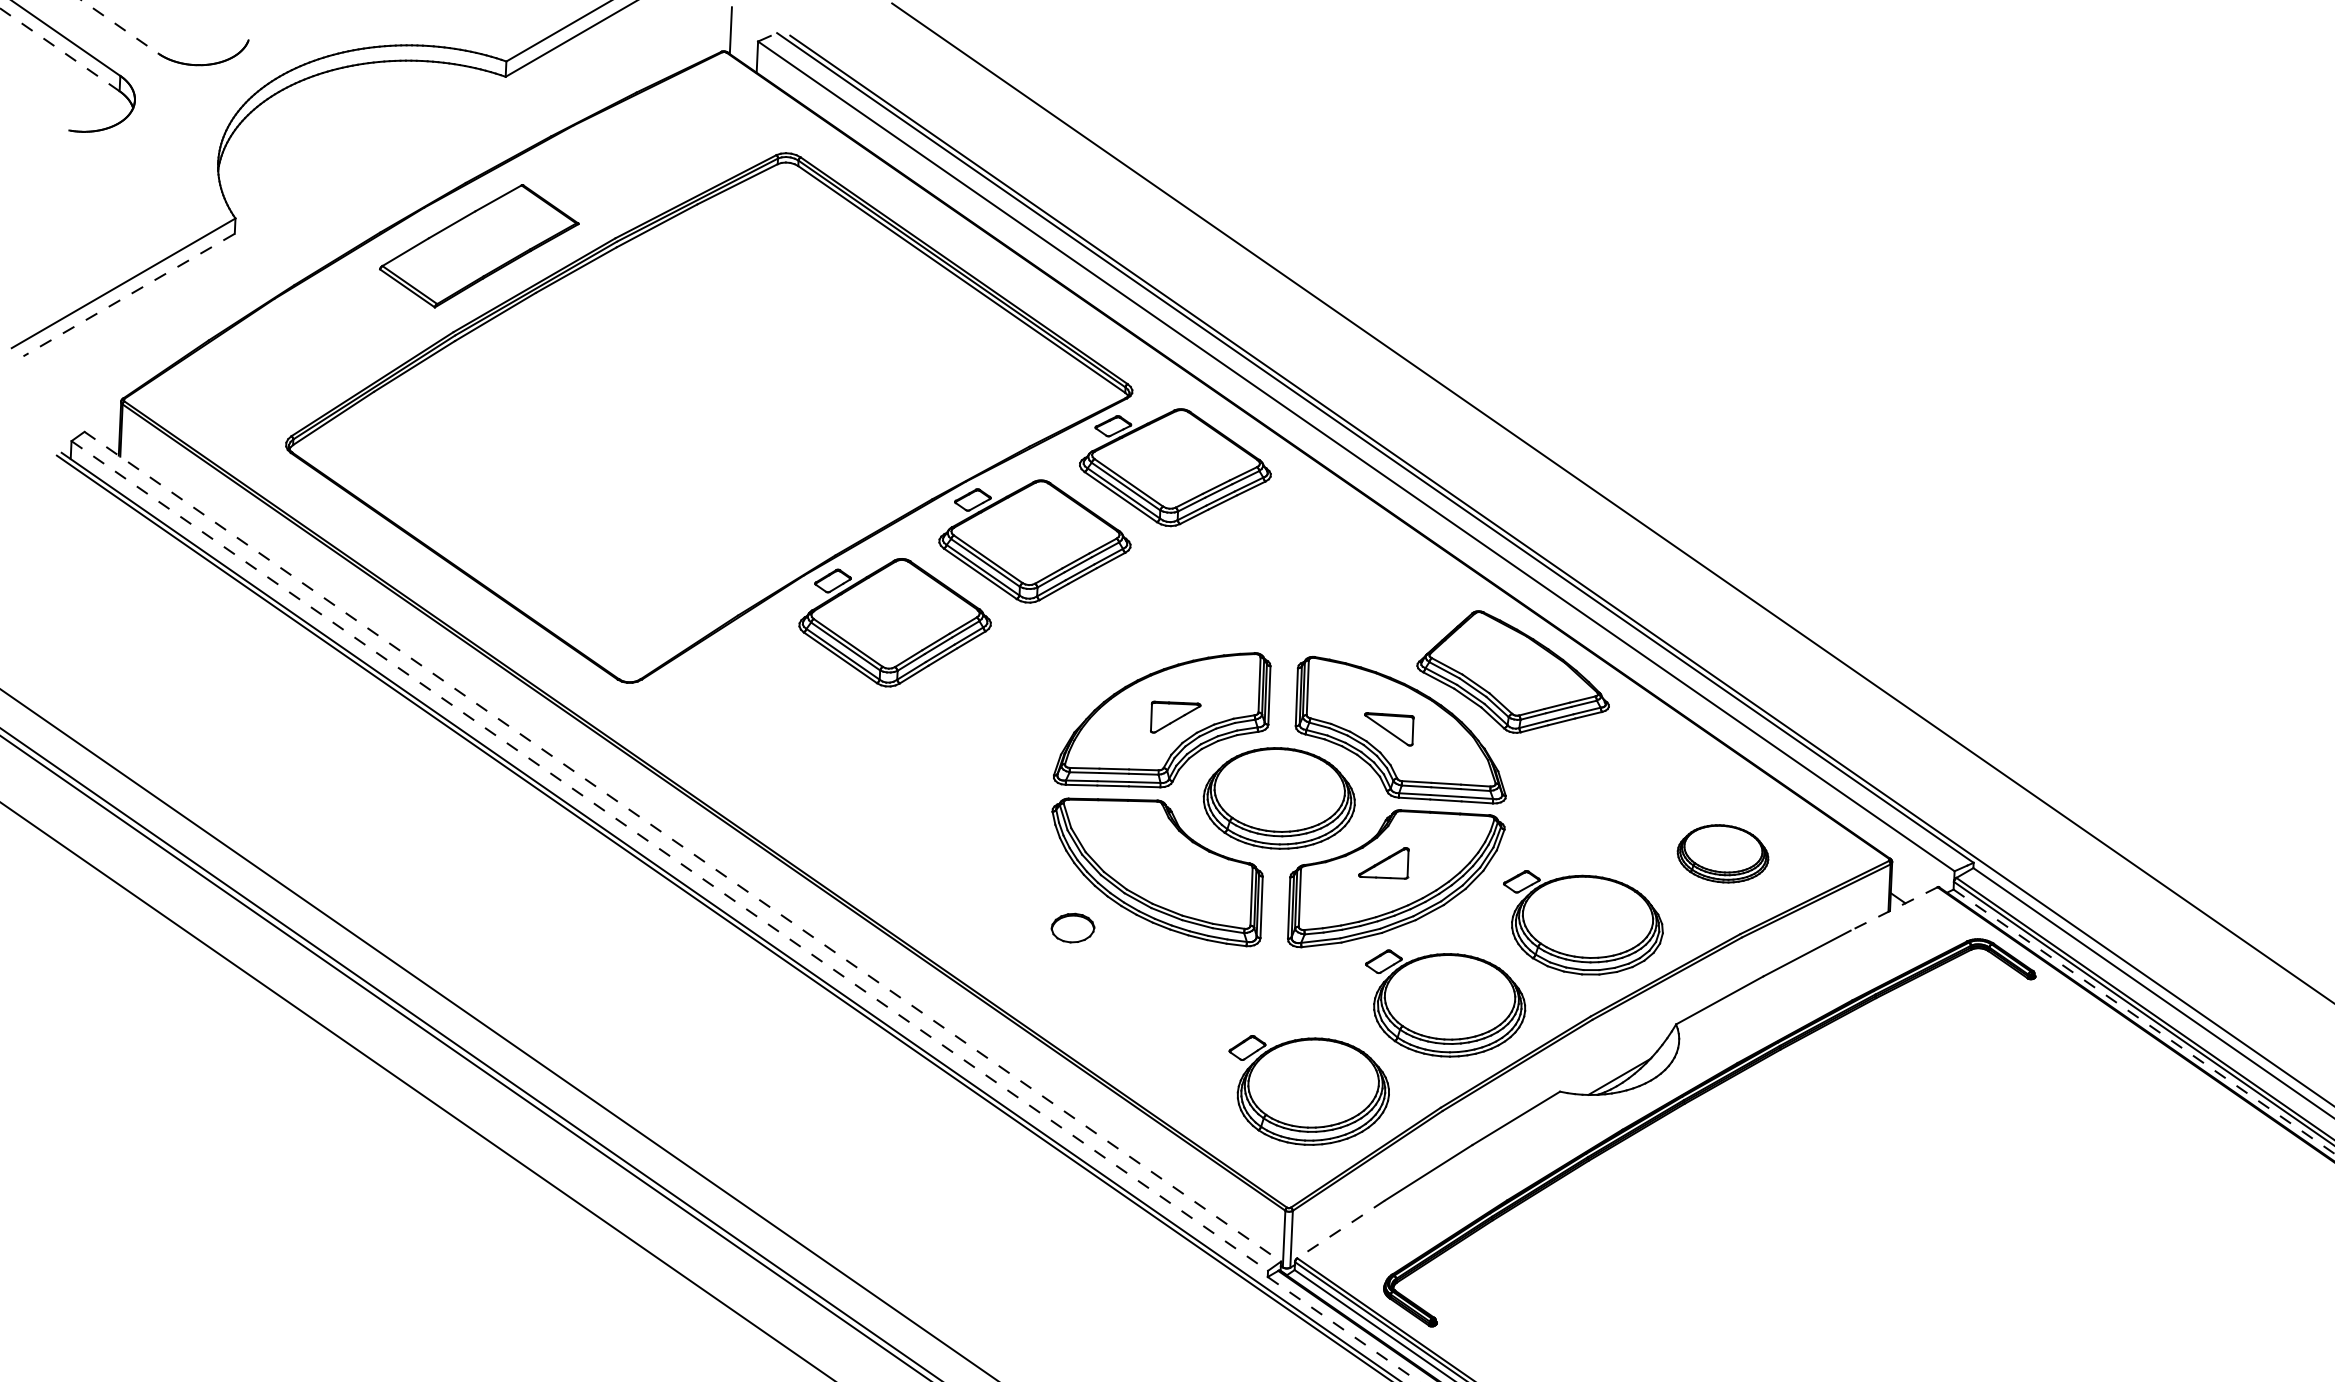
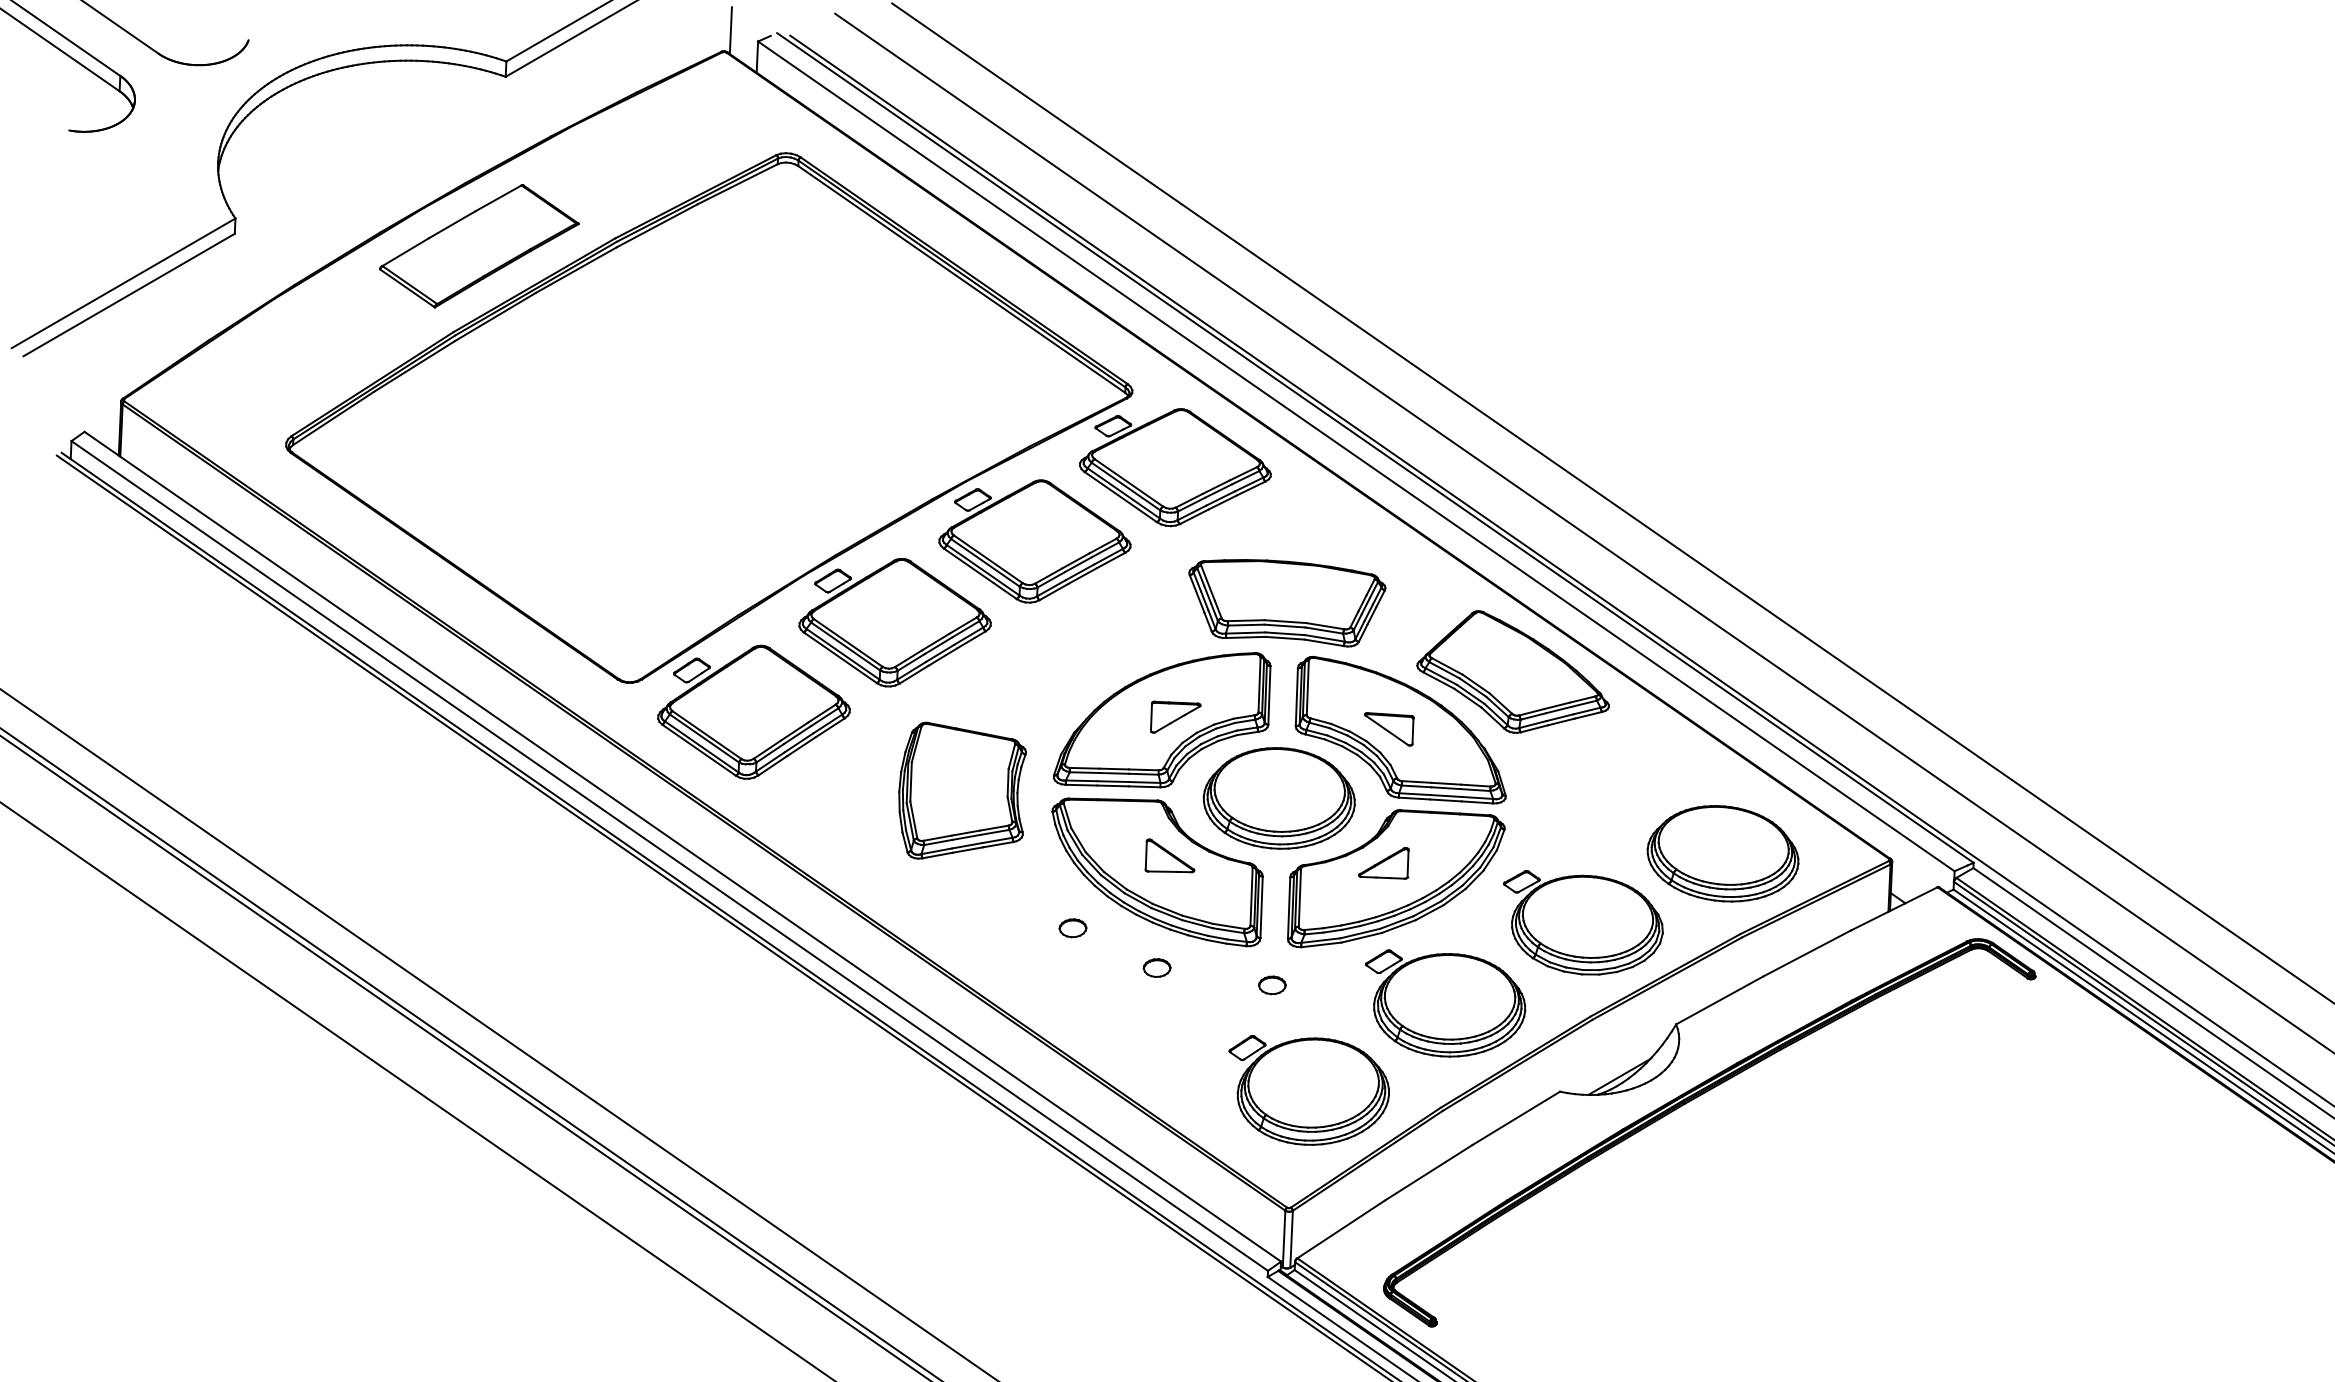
line at (120, 26): dashed -> solid
line at (59, 49): dashed -> solid
line at (128, 295): dashed -> solid
line at (1583, 532): none -> present
part at (1287, 603): none -> present
part at (753, 711): none -> present
part at (962, 790): none -> present
line at (683, 847): dashed -> solid
part at (1722, 853) size: 94x60 px -> 154x98 px
part at (1169, 855): none -> present
line at (670, 856): dashed -> solid
line at (1894, 908): dashed -> solid
part at (1072, 927) size: 46x32 px -> 30x21 px
part at (1156, 967): none -> present
part at (1272, 985): none -> present
line at (2144, 1021): dashed -> solid
line at (1340, 1229): dashed -> solid
line at (1343, 1329): dashed -> solid
